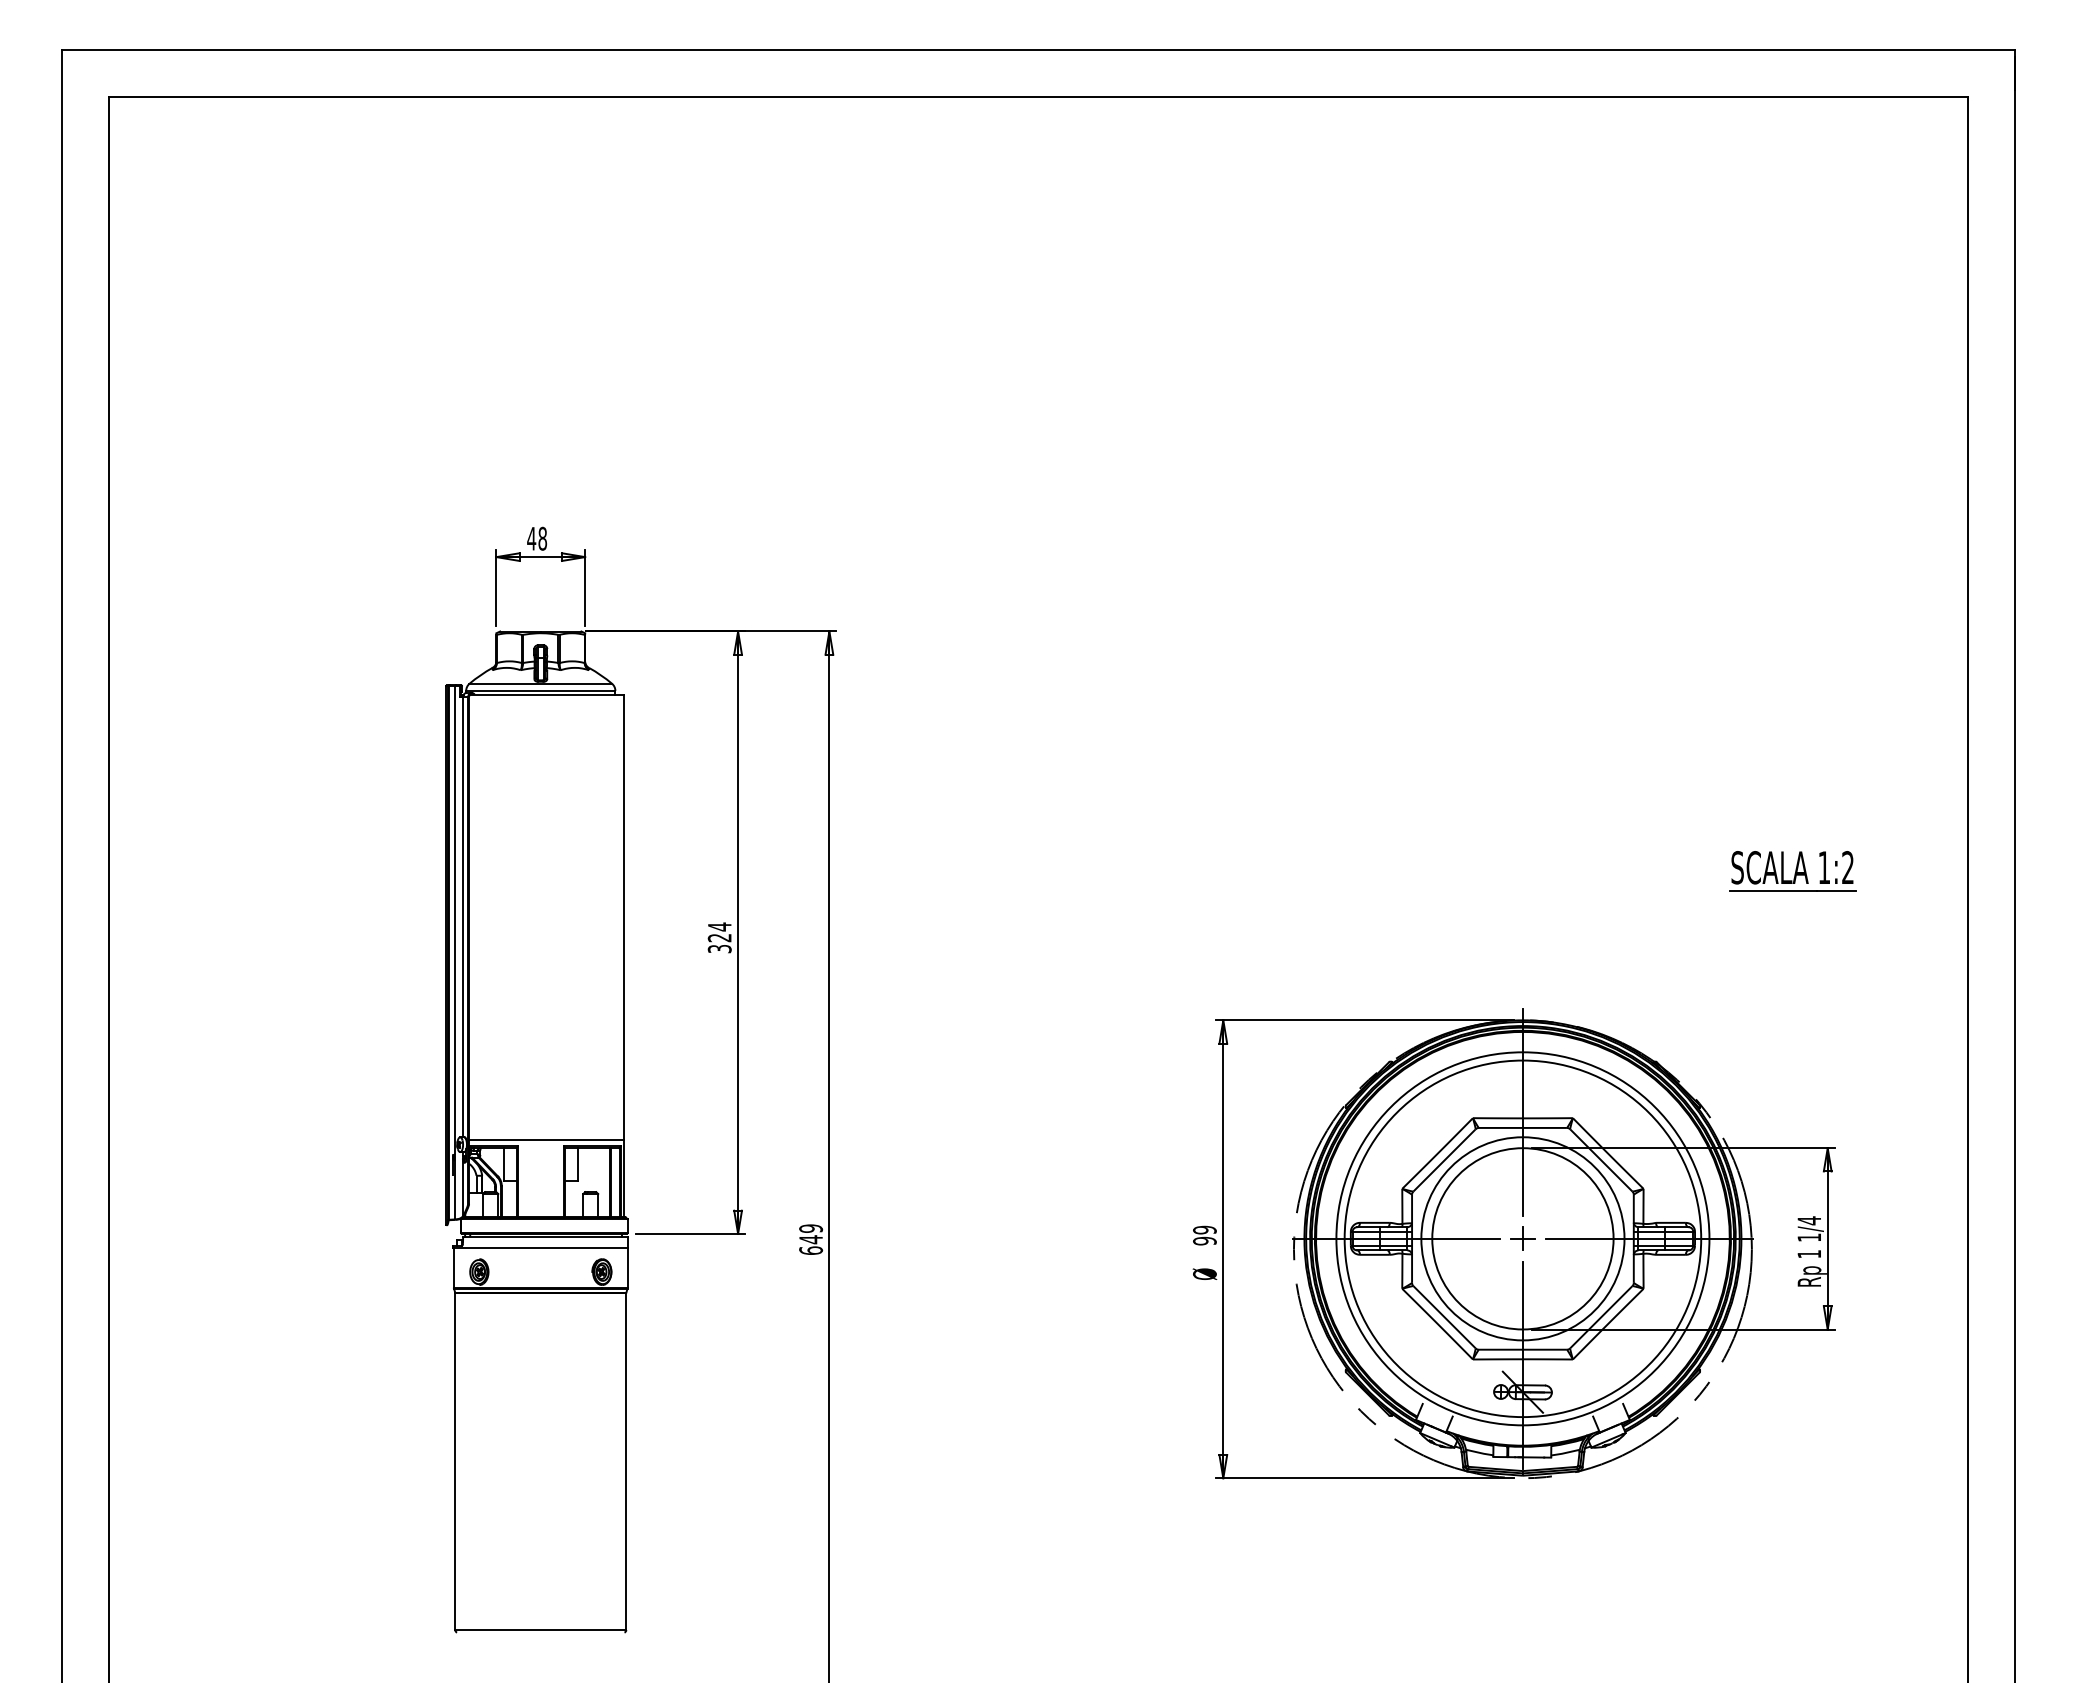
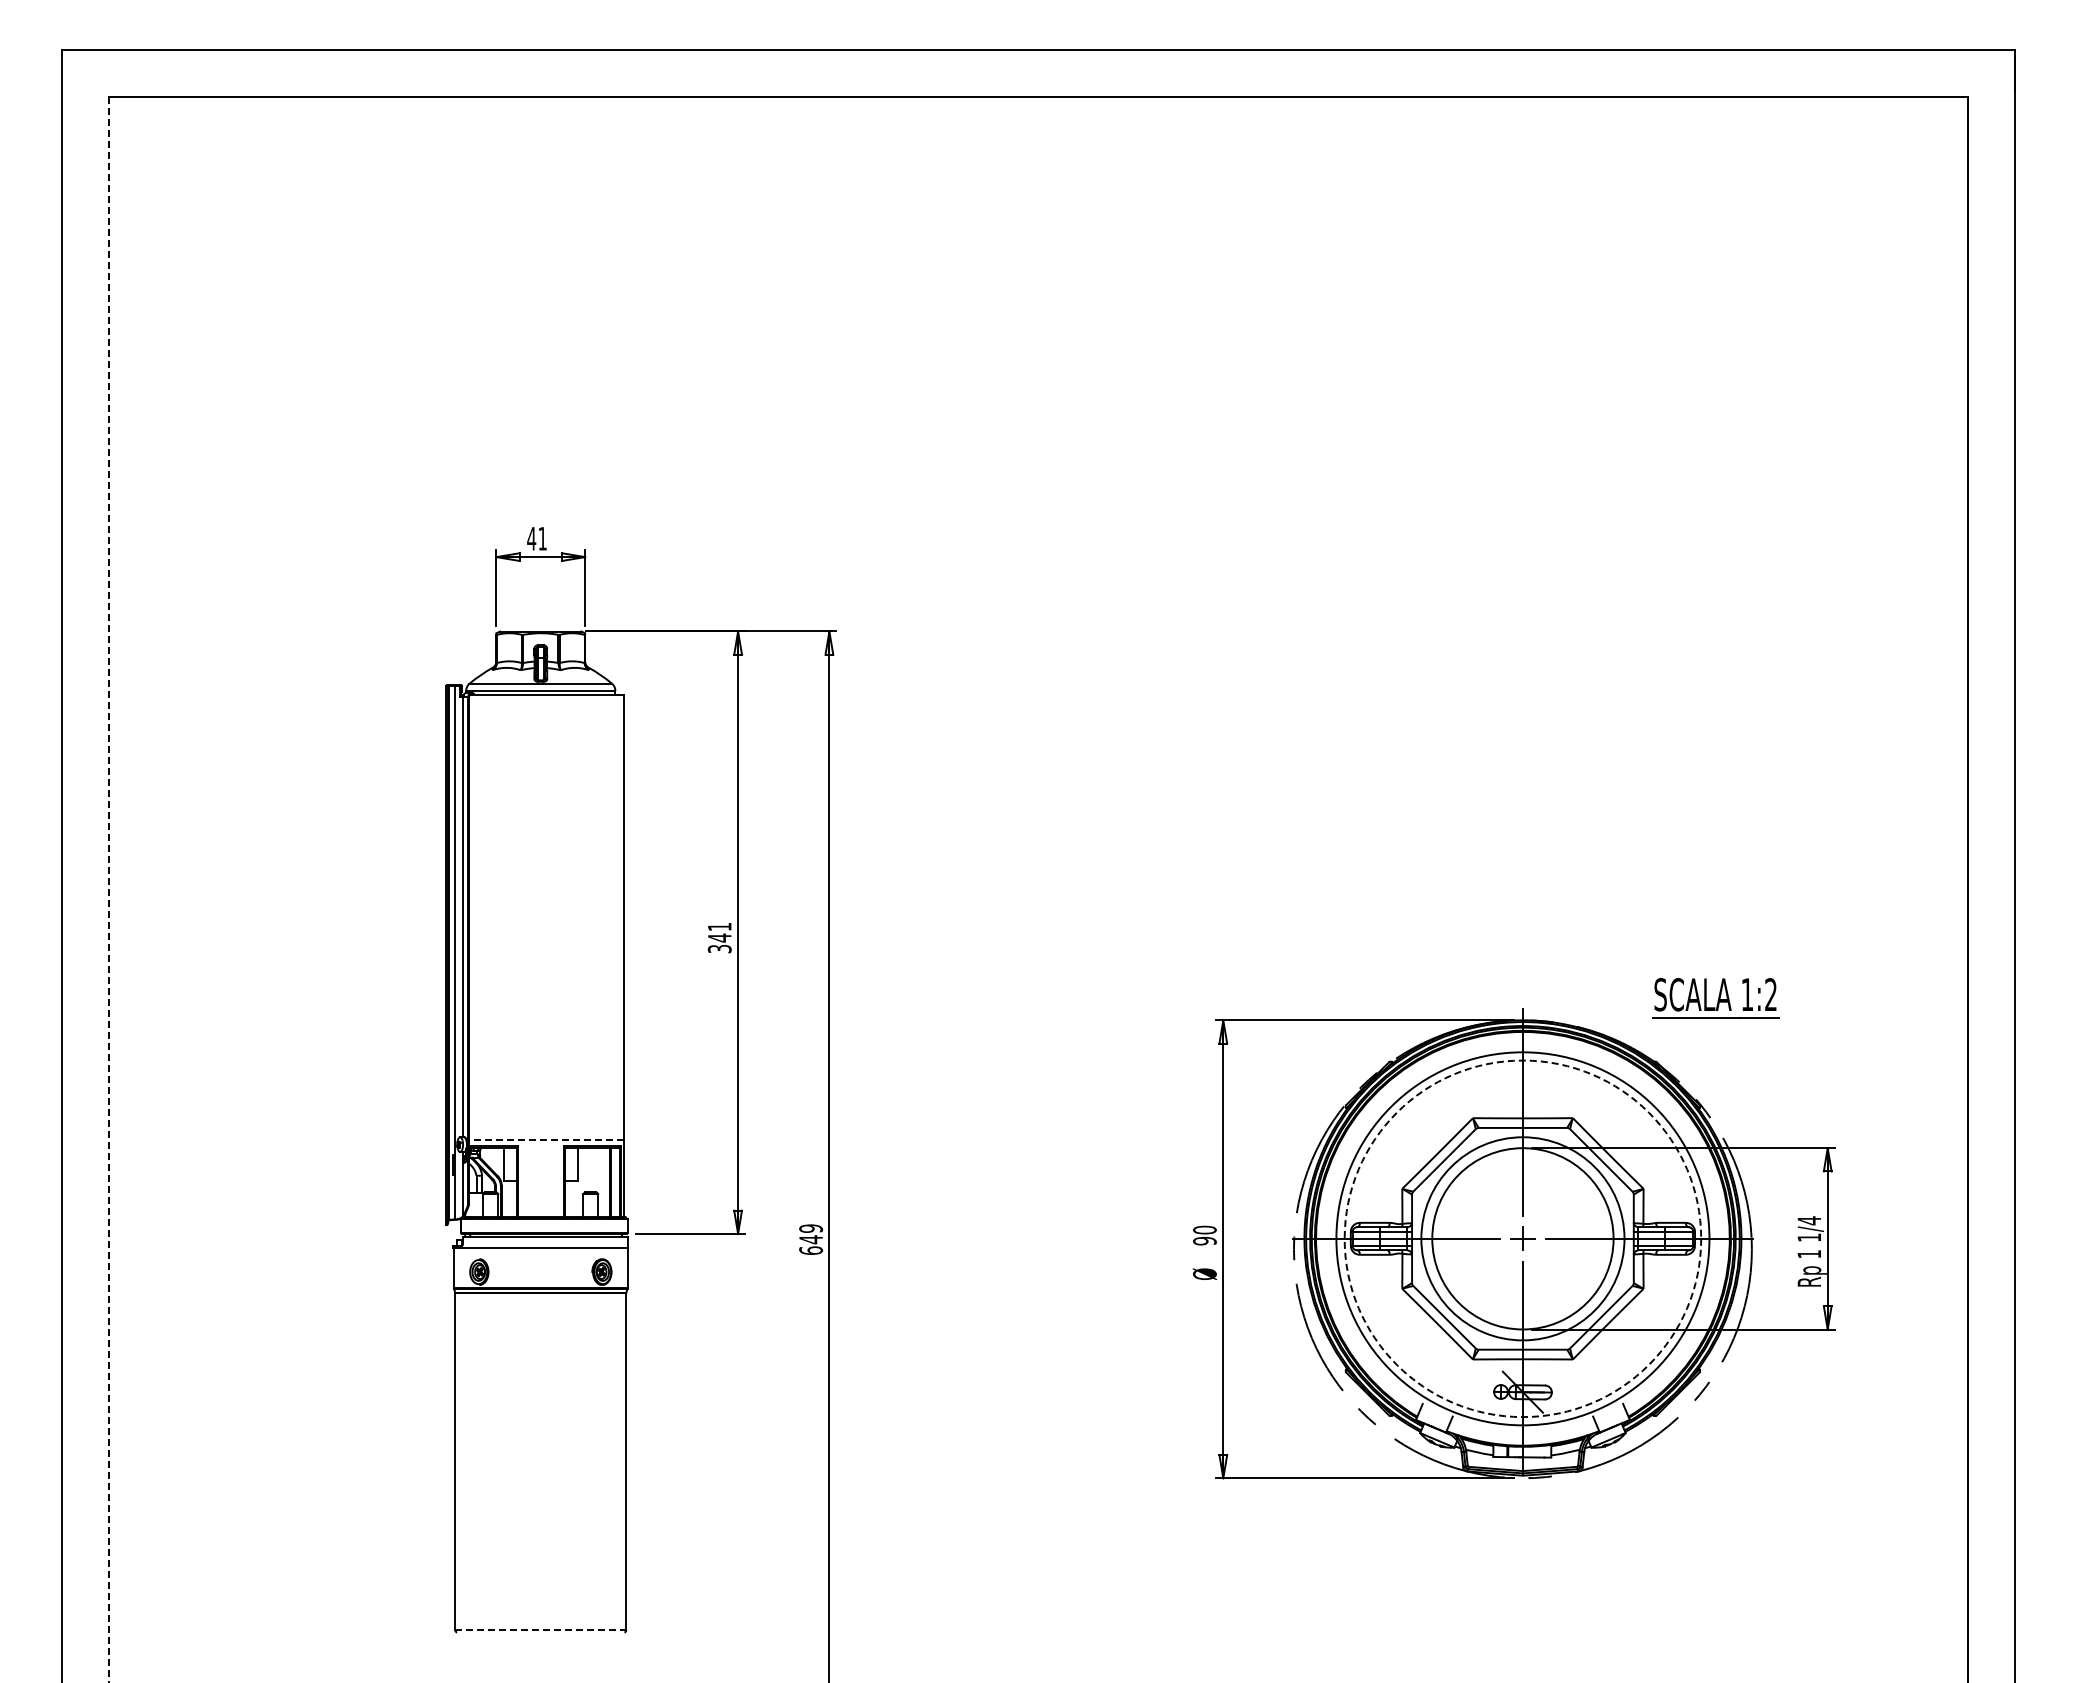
text at (542, 538): 48 -> 41
part at (1792, 871) position: (1792, 871) -> (1715, 998)
line at (108, 889): solid -> dashed
text at (719, 932): 324 -> 341
line at (546, 1139): solid -> dashed
text at (1204, 1229): 99 -> 90
circle at (1522, 1238): solid -> dashed
line at (540, 1630): solid -> dashed
